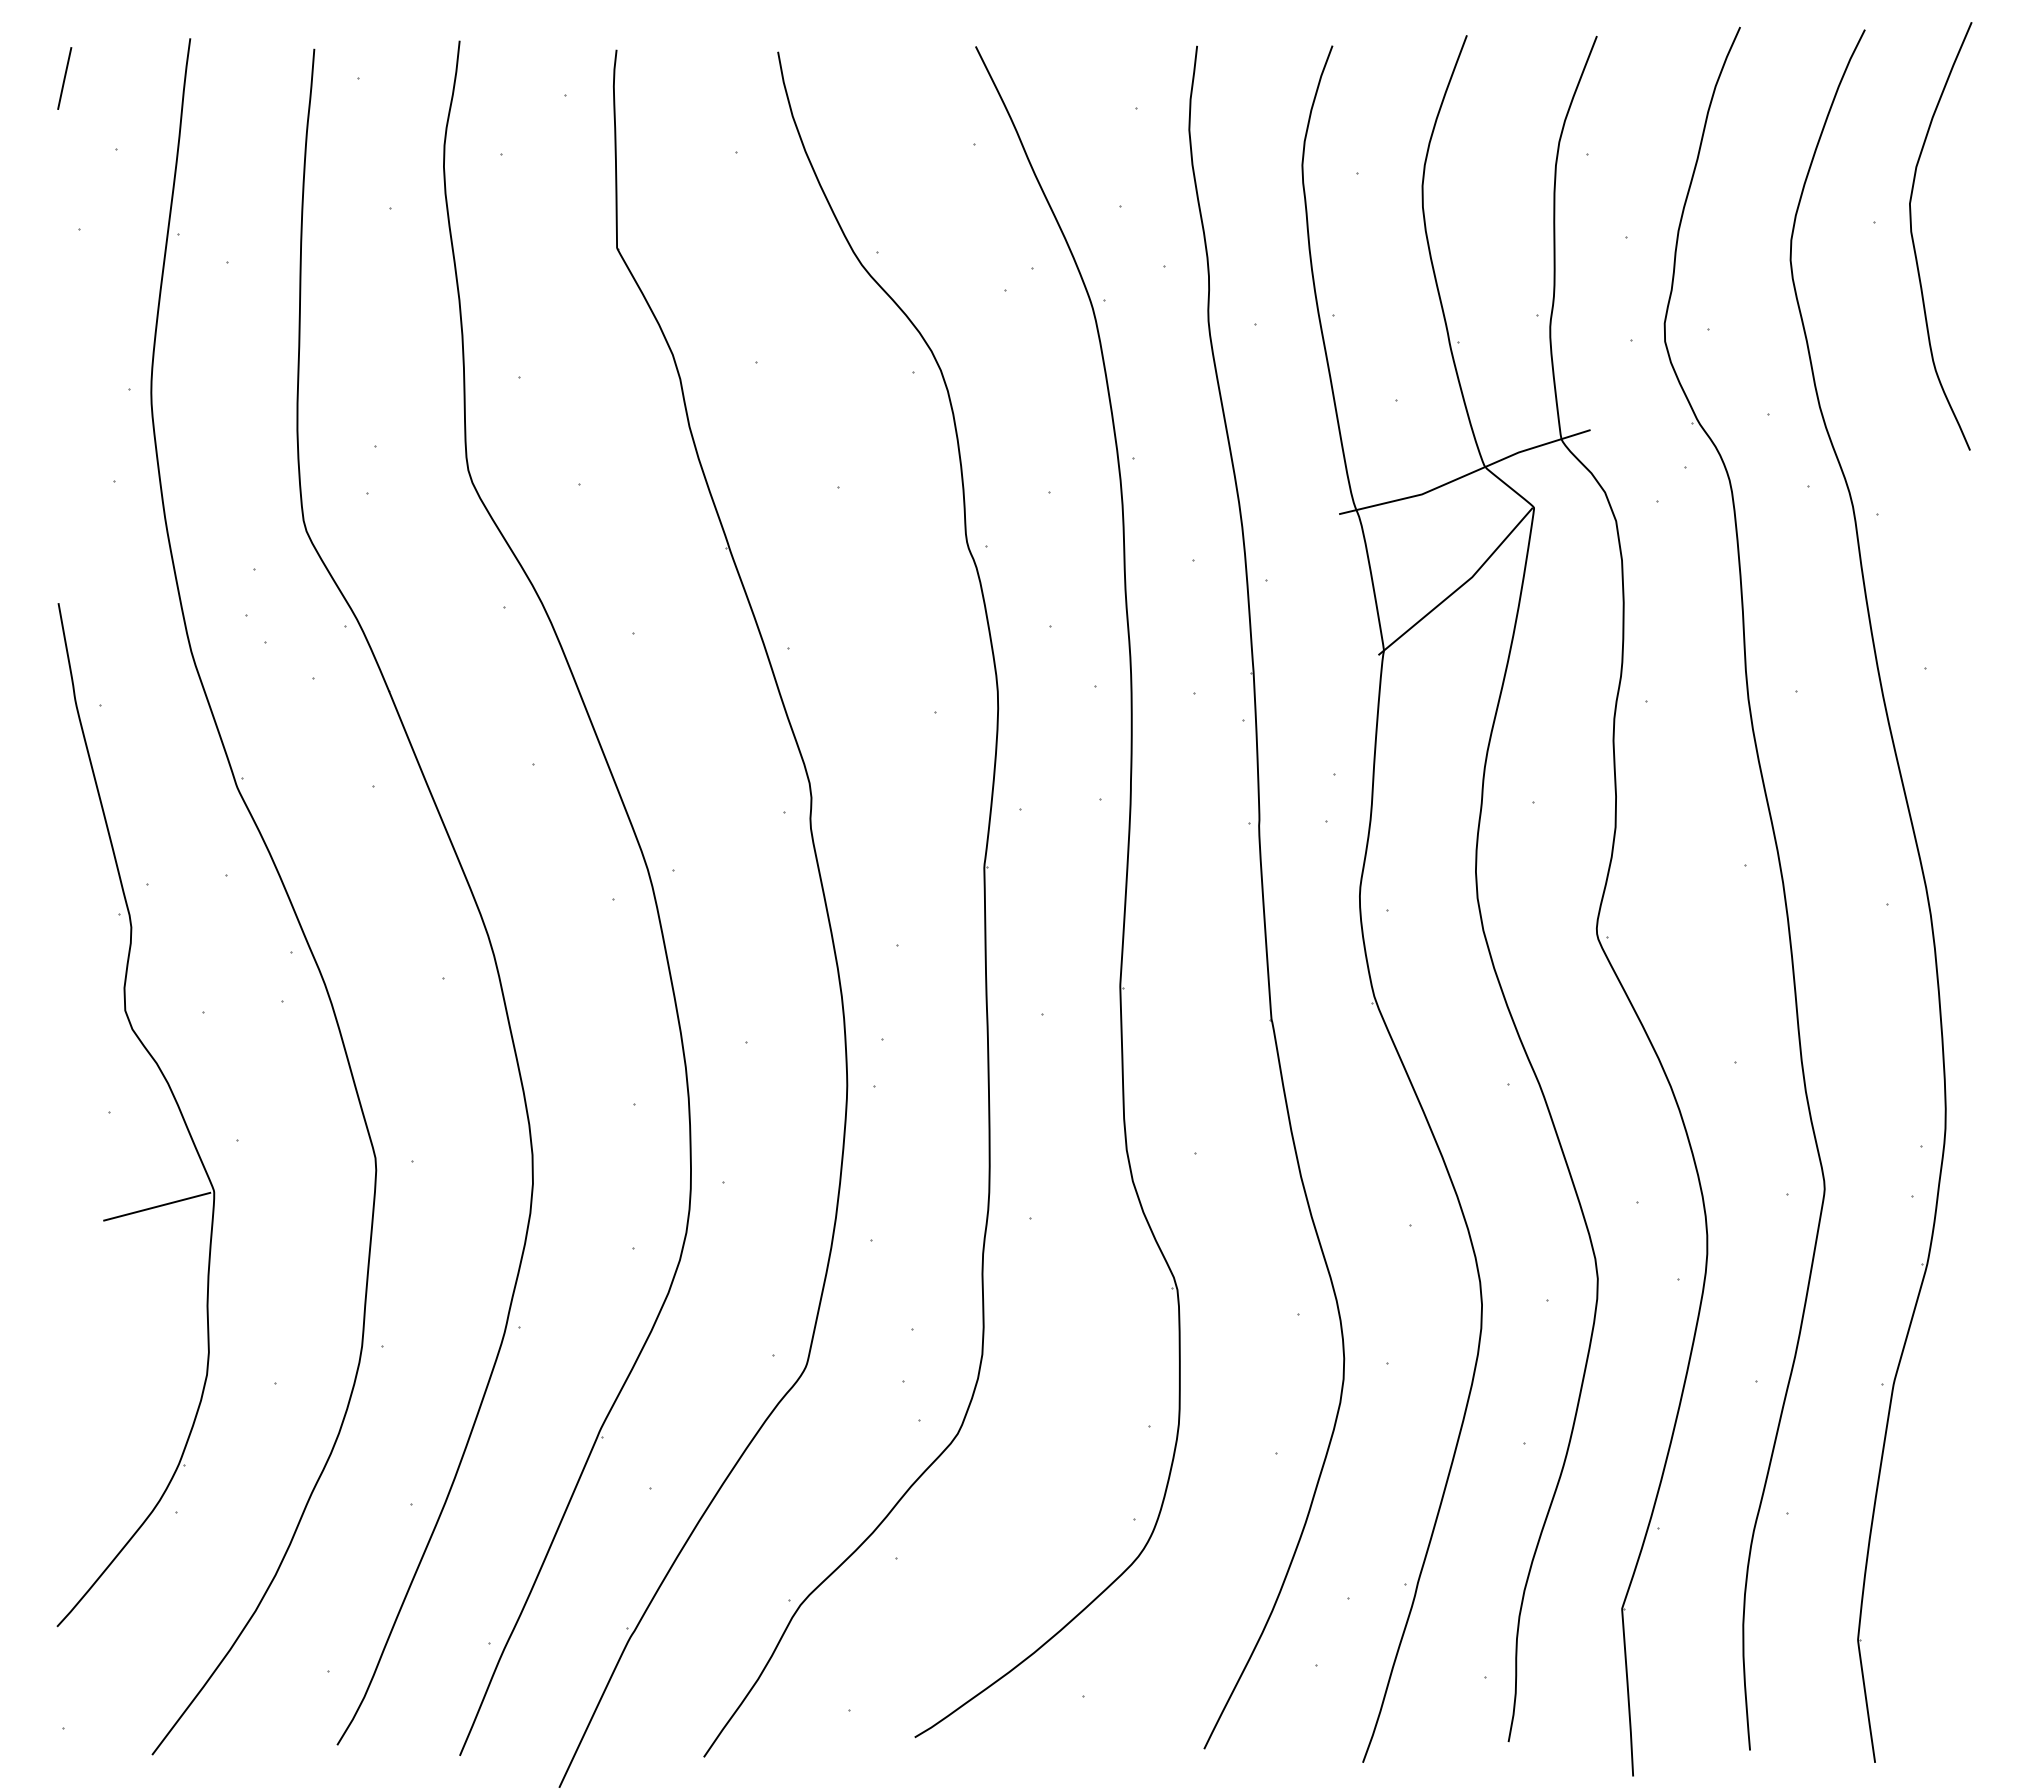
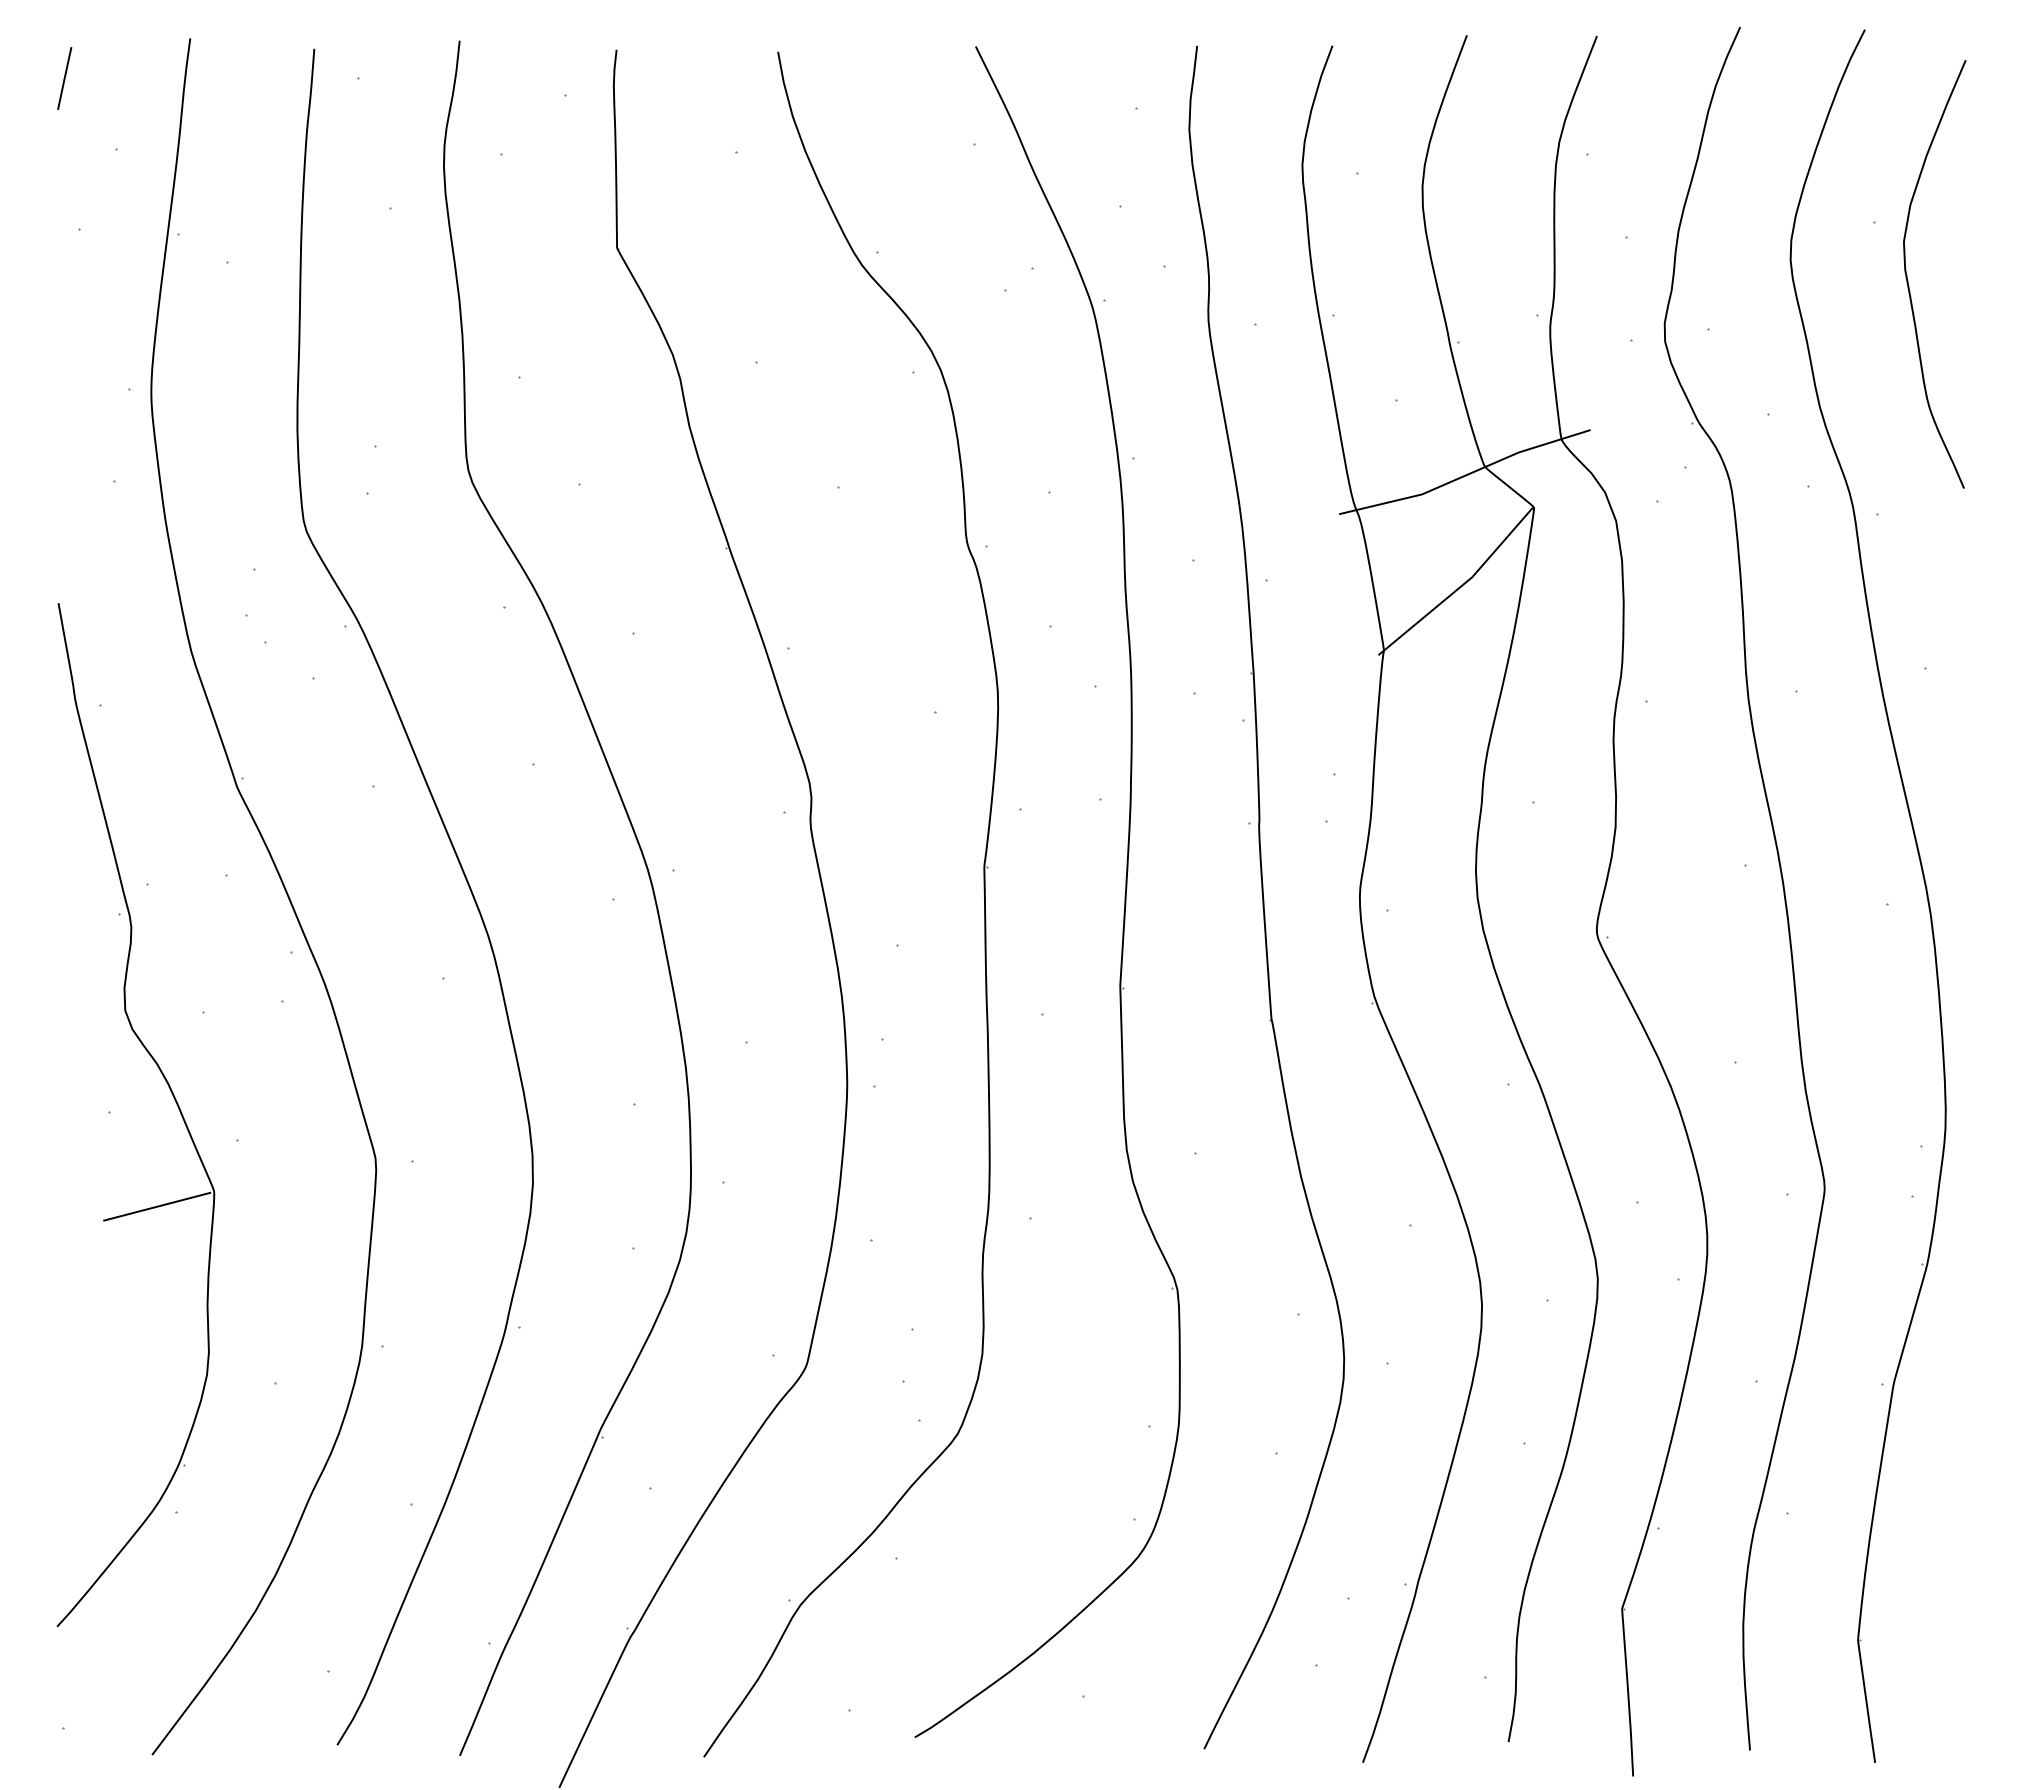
curve at (1914, 242) position: (1914, 242) -> (1908, 280)
